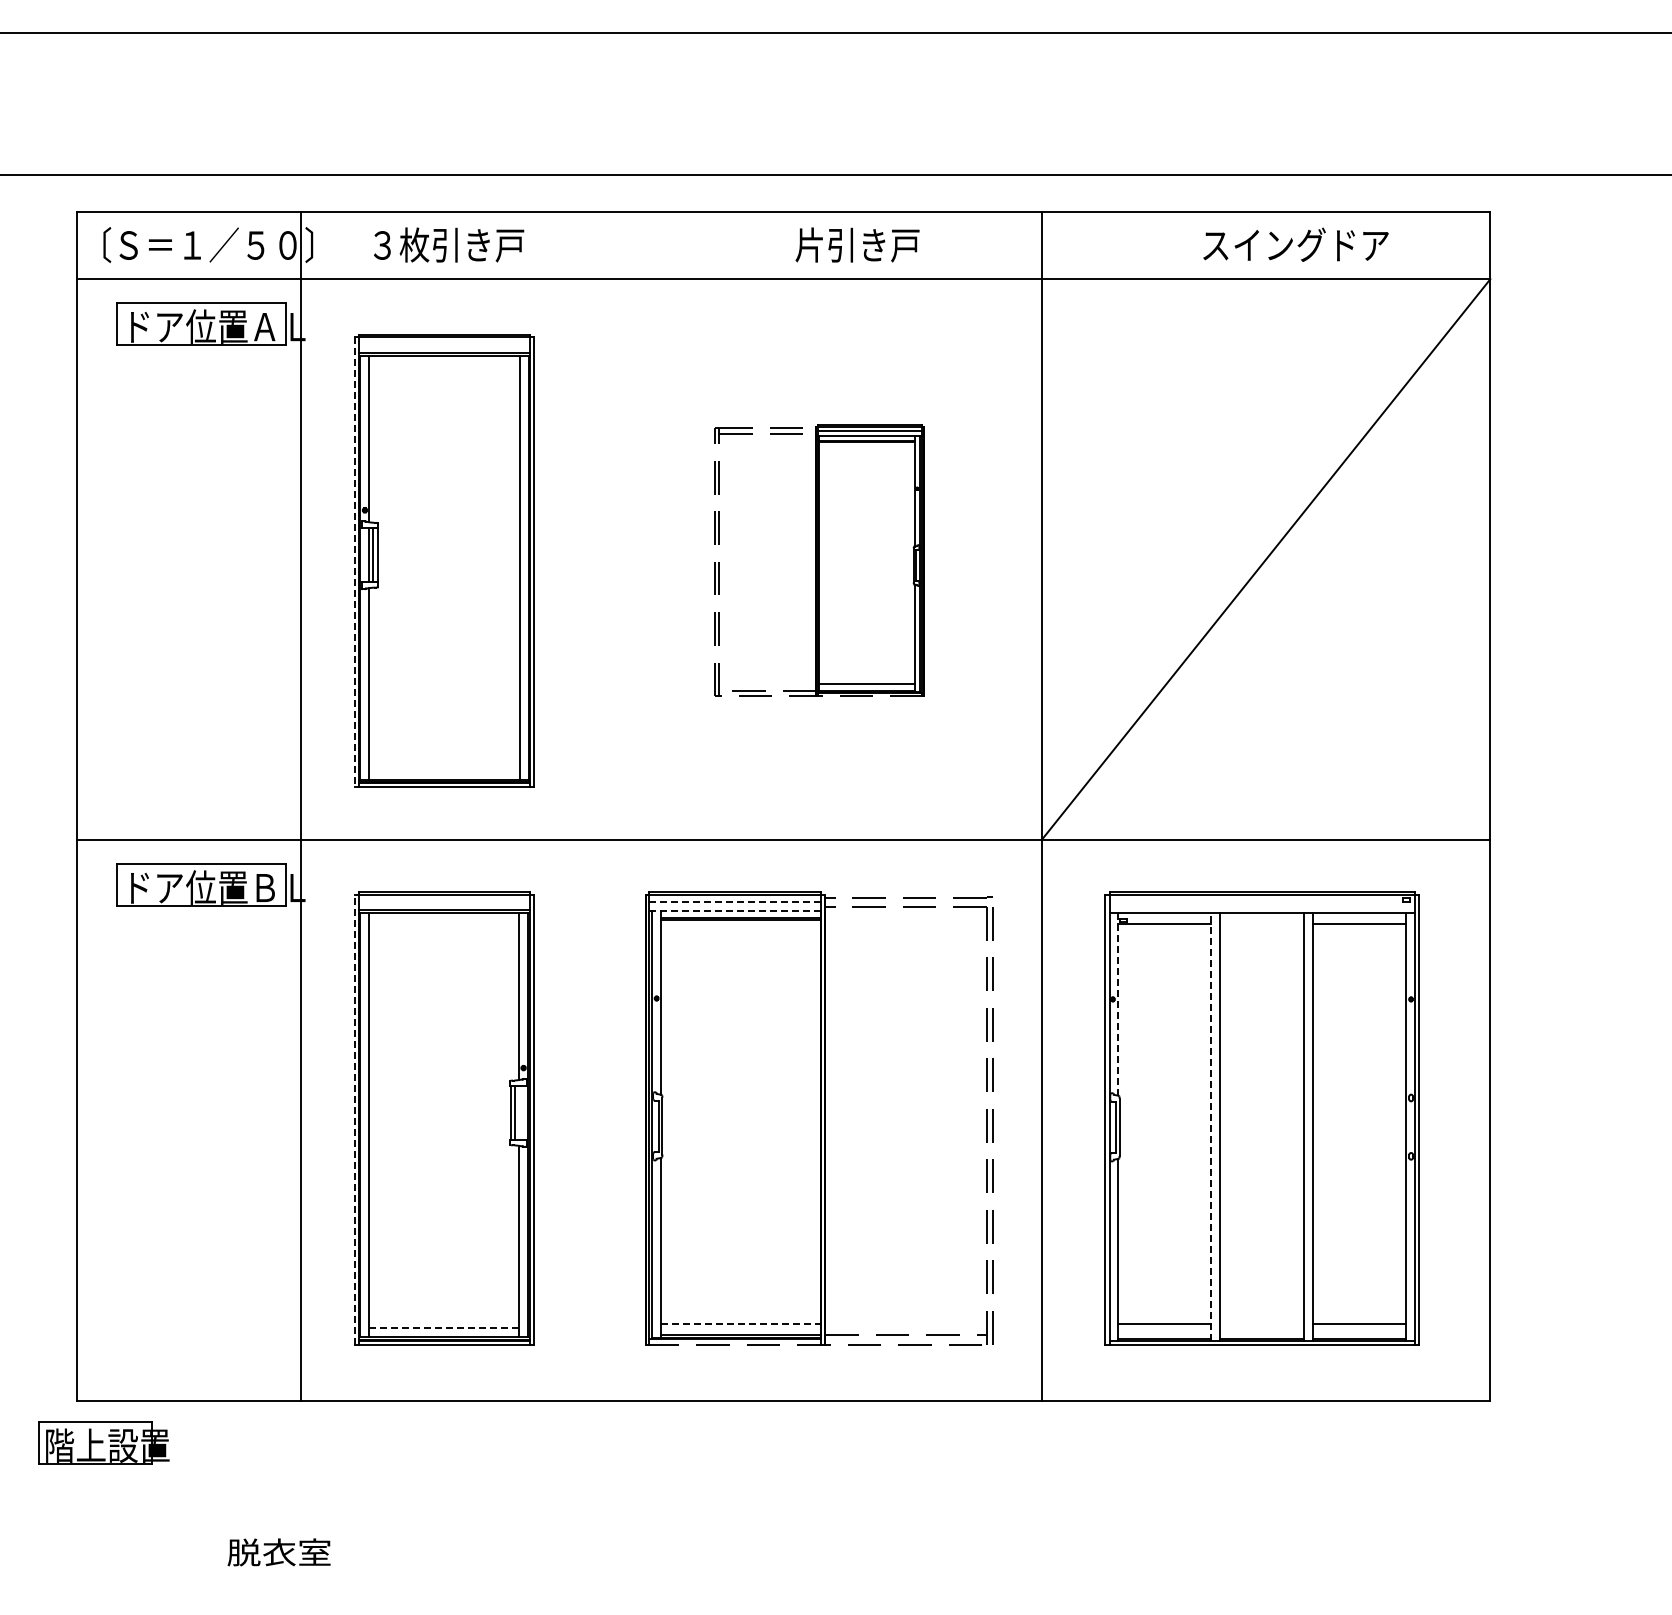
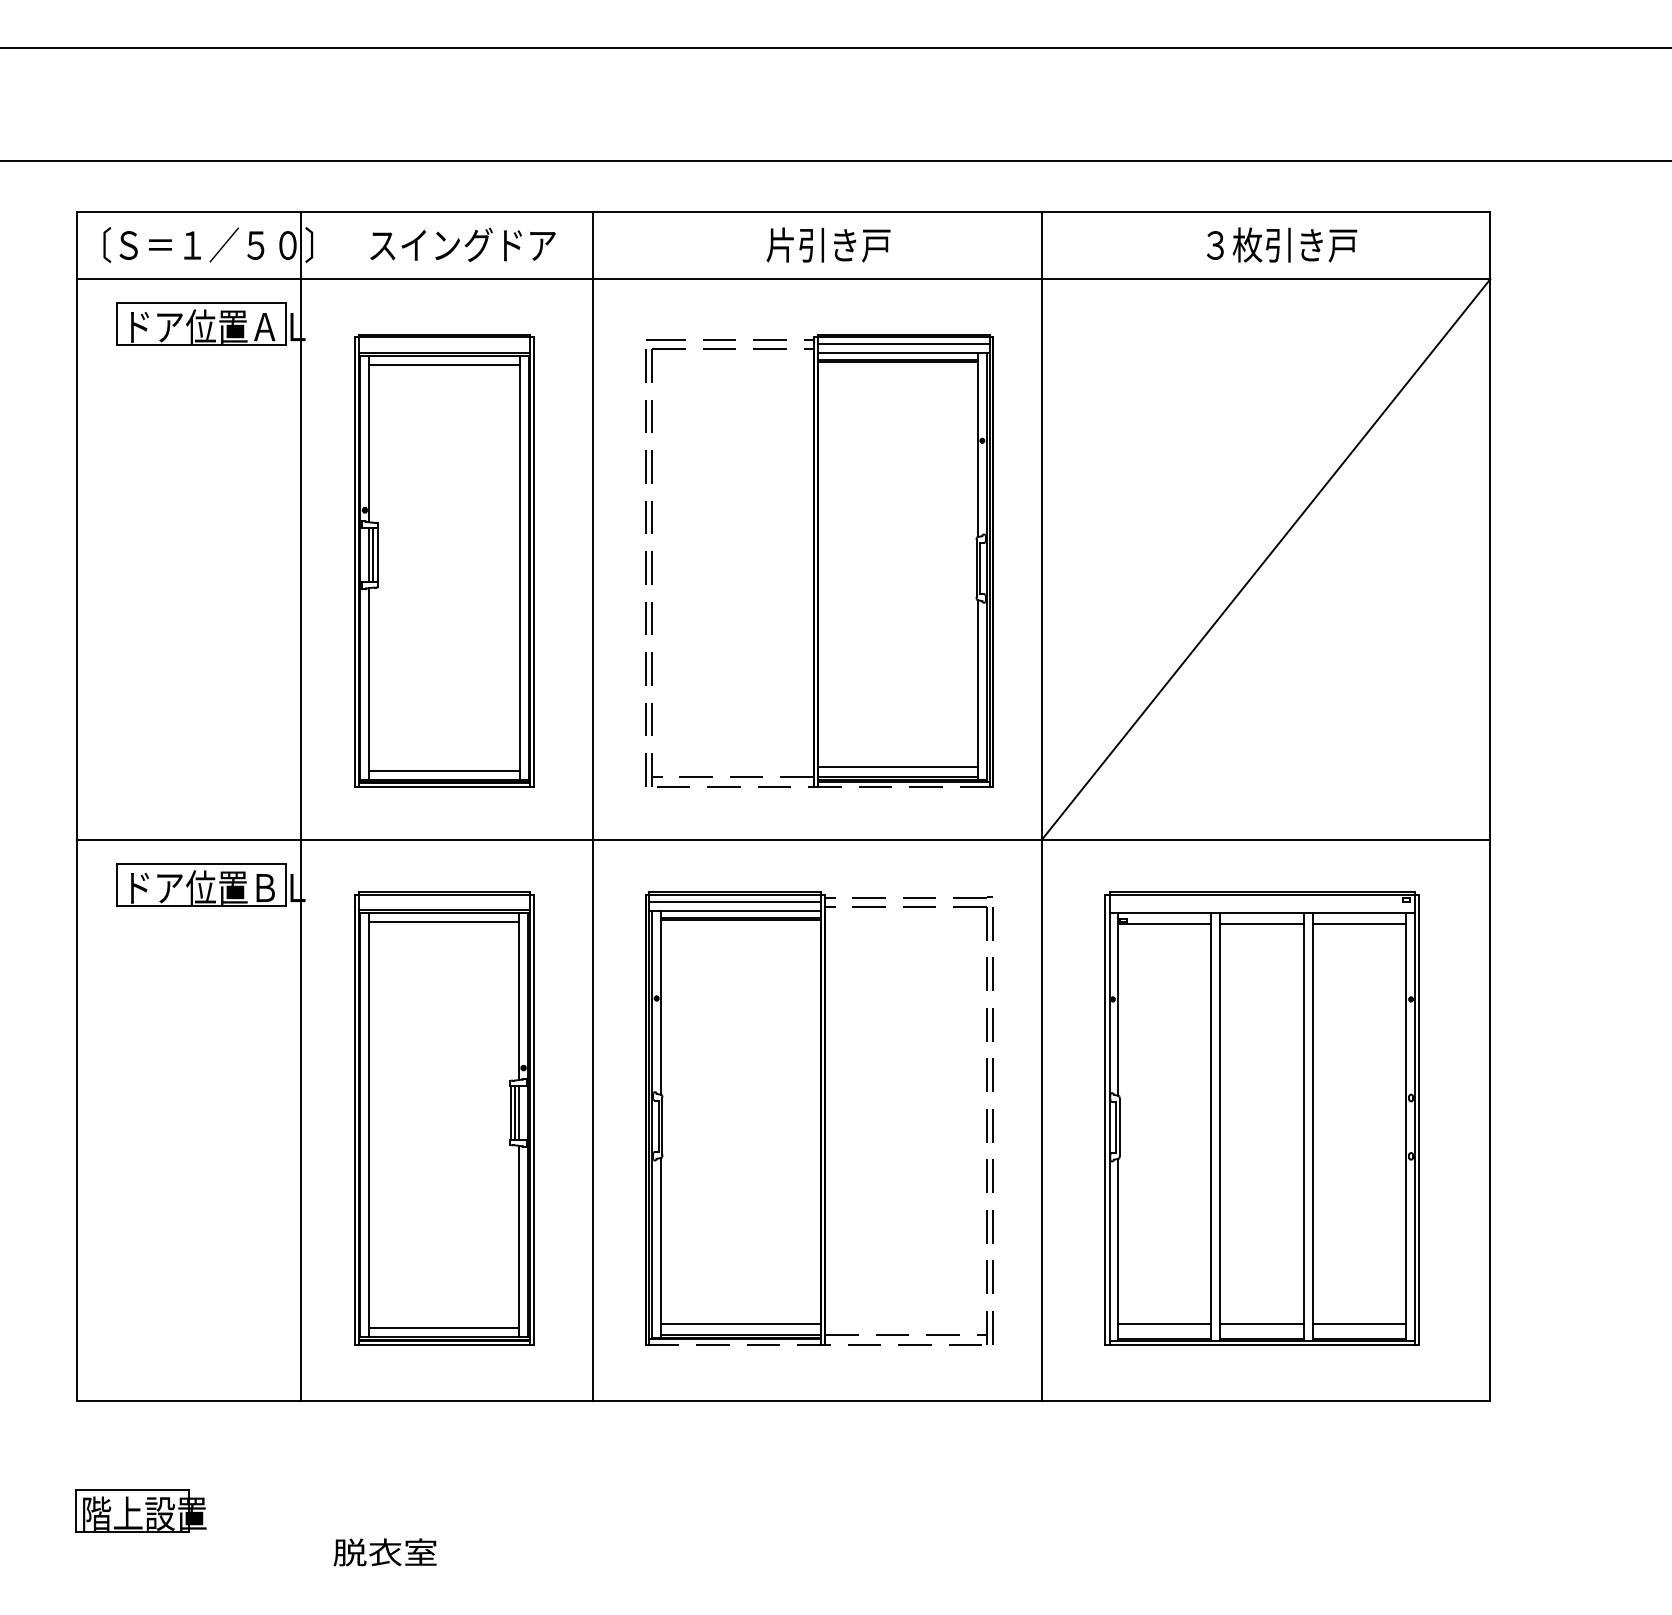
line at (835, 33) position: (835, 33) -> (835, 48)
line at (835, 174) position: (835, 174) -> (835, 160)
text at (462, 244): ３枚引き戸 -> スイングドア
text at (857, 244) position: (857, 244) -> (828, 244)
text at (1295, 244): スイングドア -> ３枚引き戸
line at (444, 364): none -> present
part at (819, 560) size: 211x273 px -> 349x454 px
line at (354, 561): dashed -> solid
line at (444, 770): none -> present
line at (592, 806): none -> present
line at (735, 902): dashed -> solid
line at (735, 911): dashed -> solid
line at (443, 922): none -> present
line at (1262, 923): none -> present
line at (1118, 1004): dashed -> solid
line at (519, 1112): none -> present
line at (354, 1119): dashed -> solid
line at (1211, 1127): dashed -> solid
line at (1262, 1323): none -> present
line at (741, 1324): dashed -> solid
line at (444, 1328): dashed -> solid
part at (103, 1442) position: (103, 1442) -> (140, 1510)
text at (278, 1552) position: (278, 1552) -> (384, 1552)
